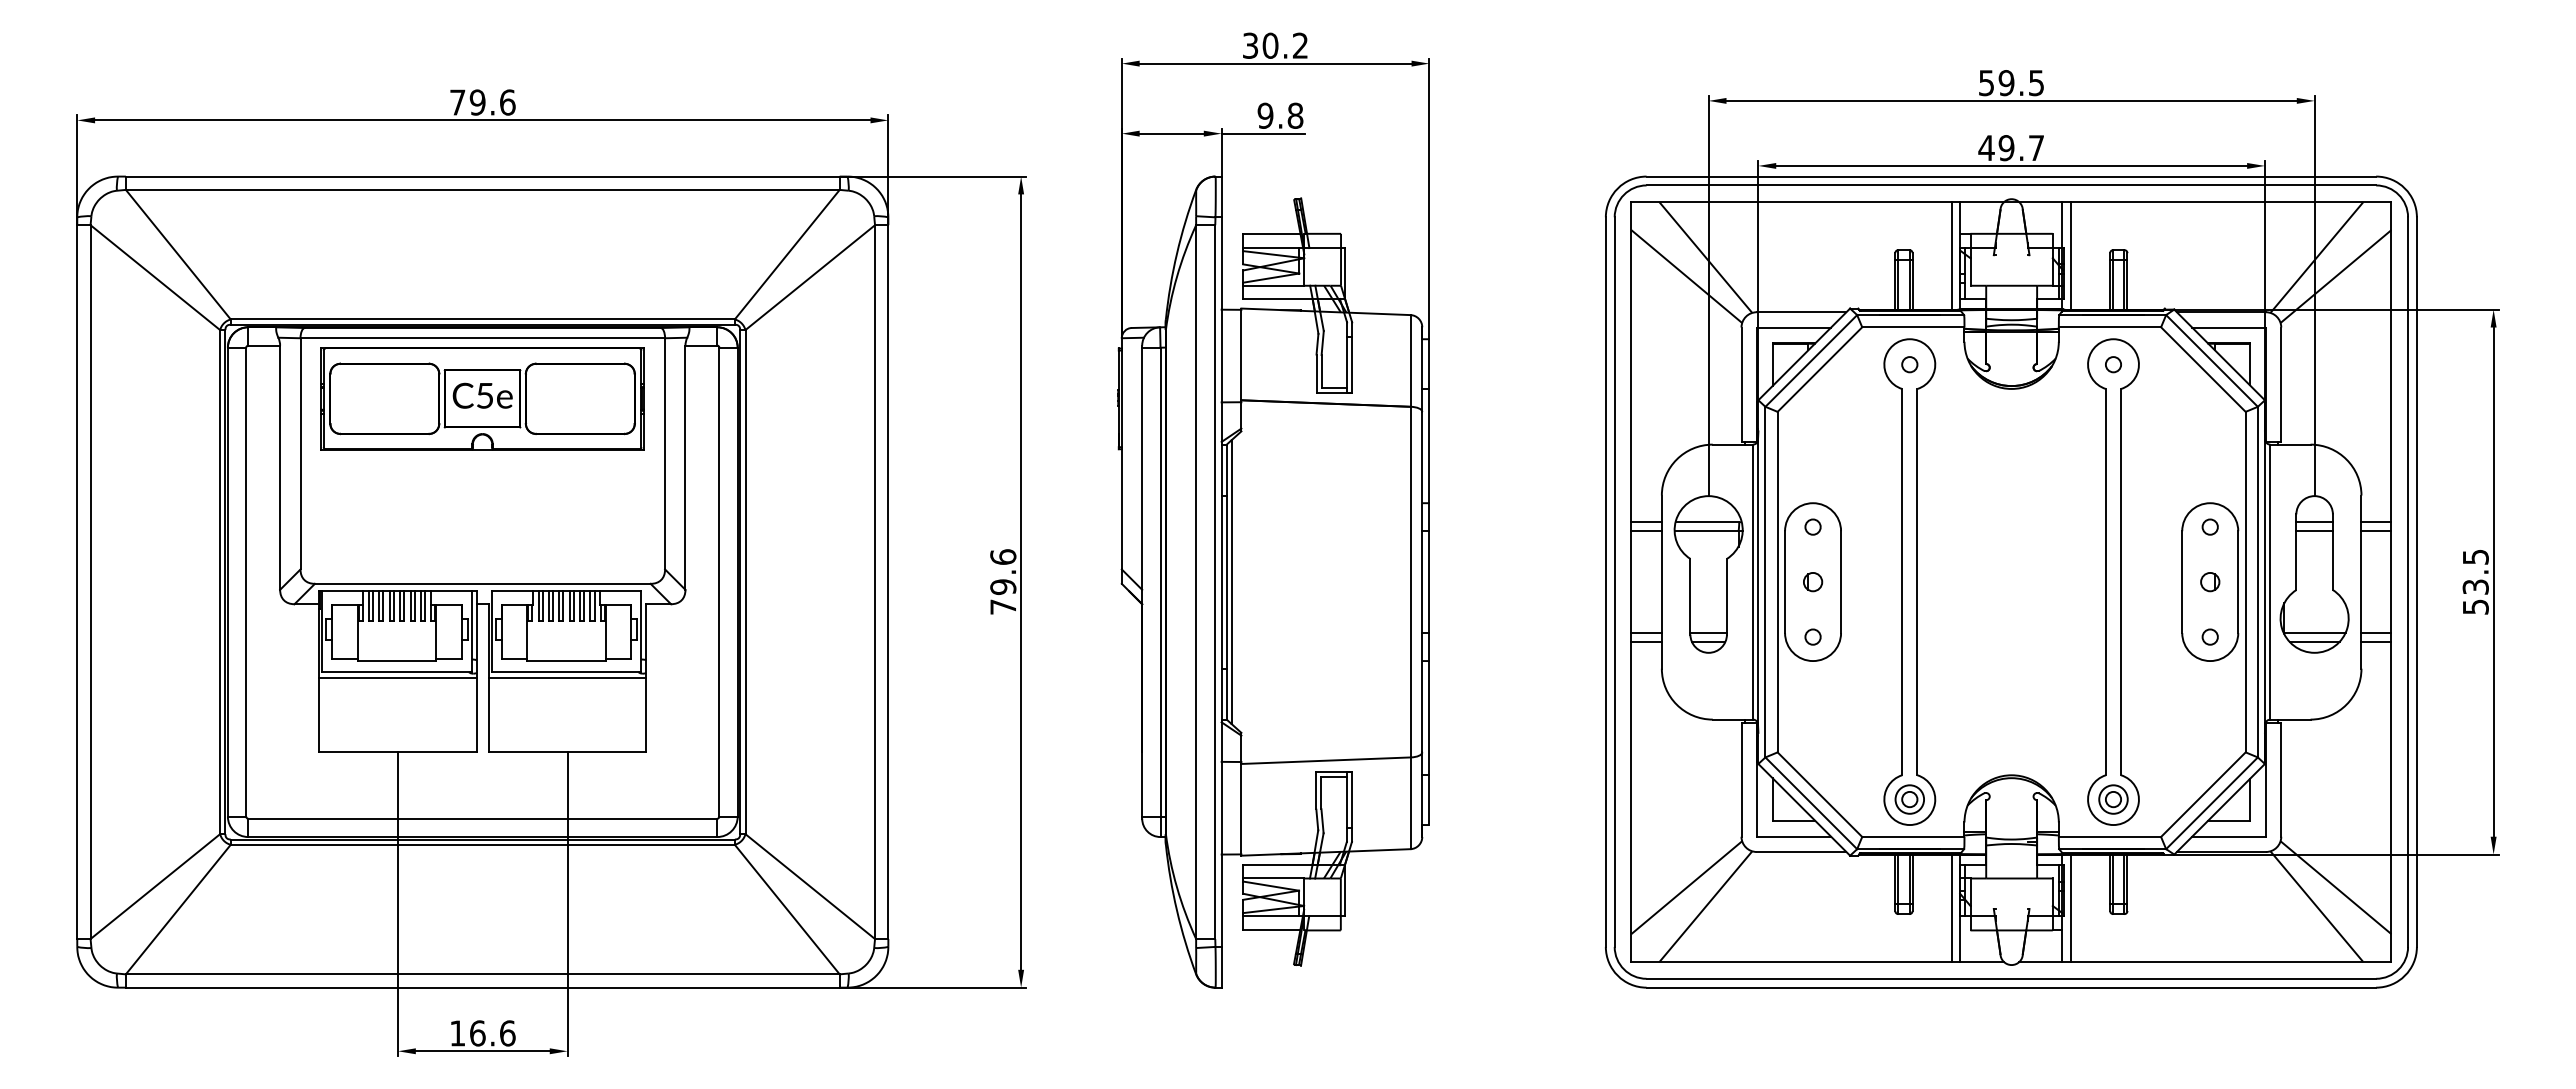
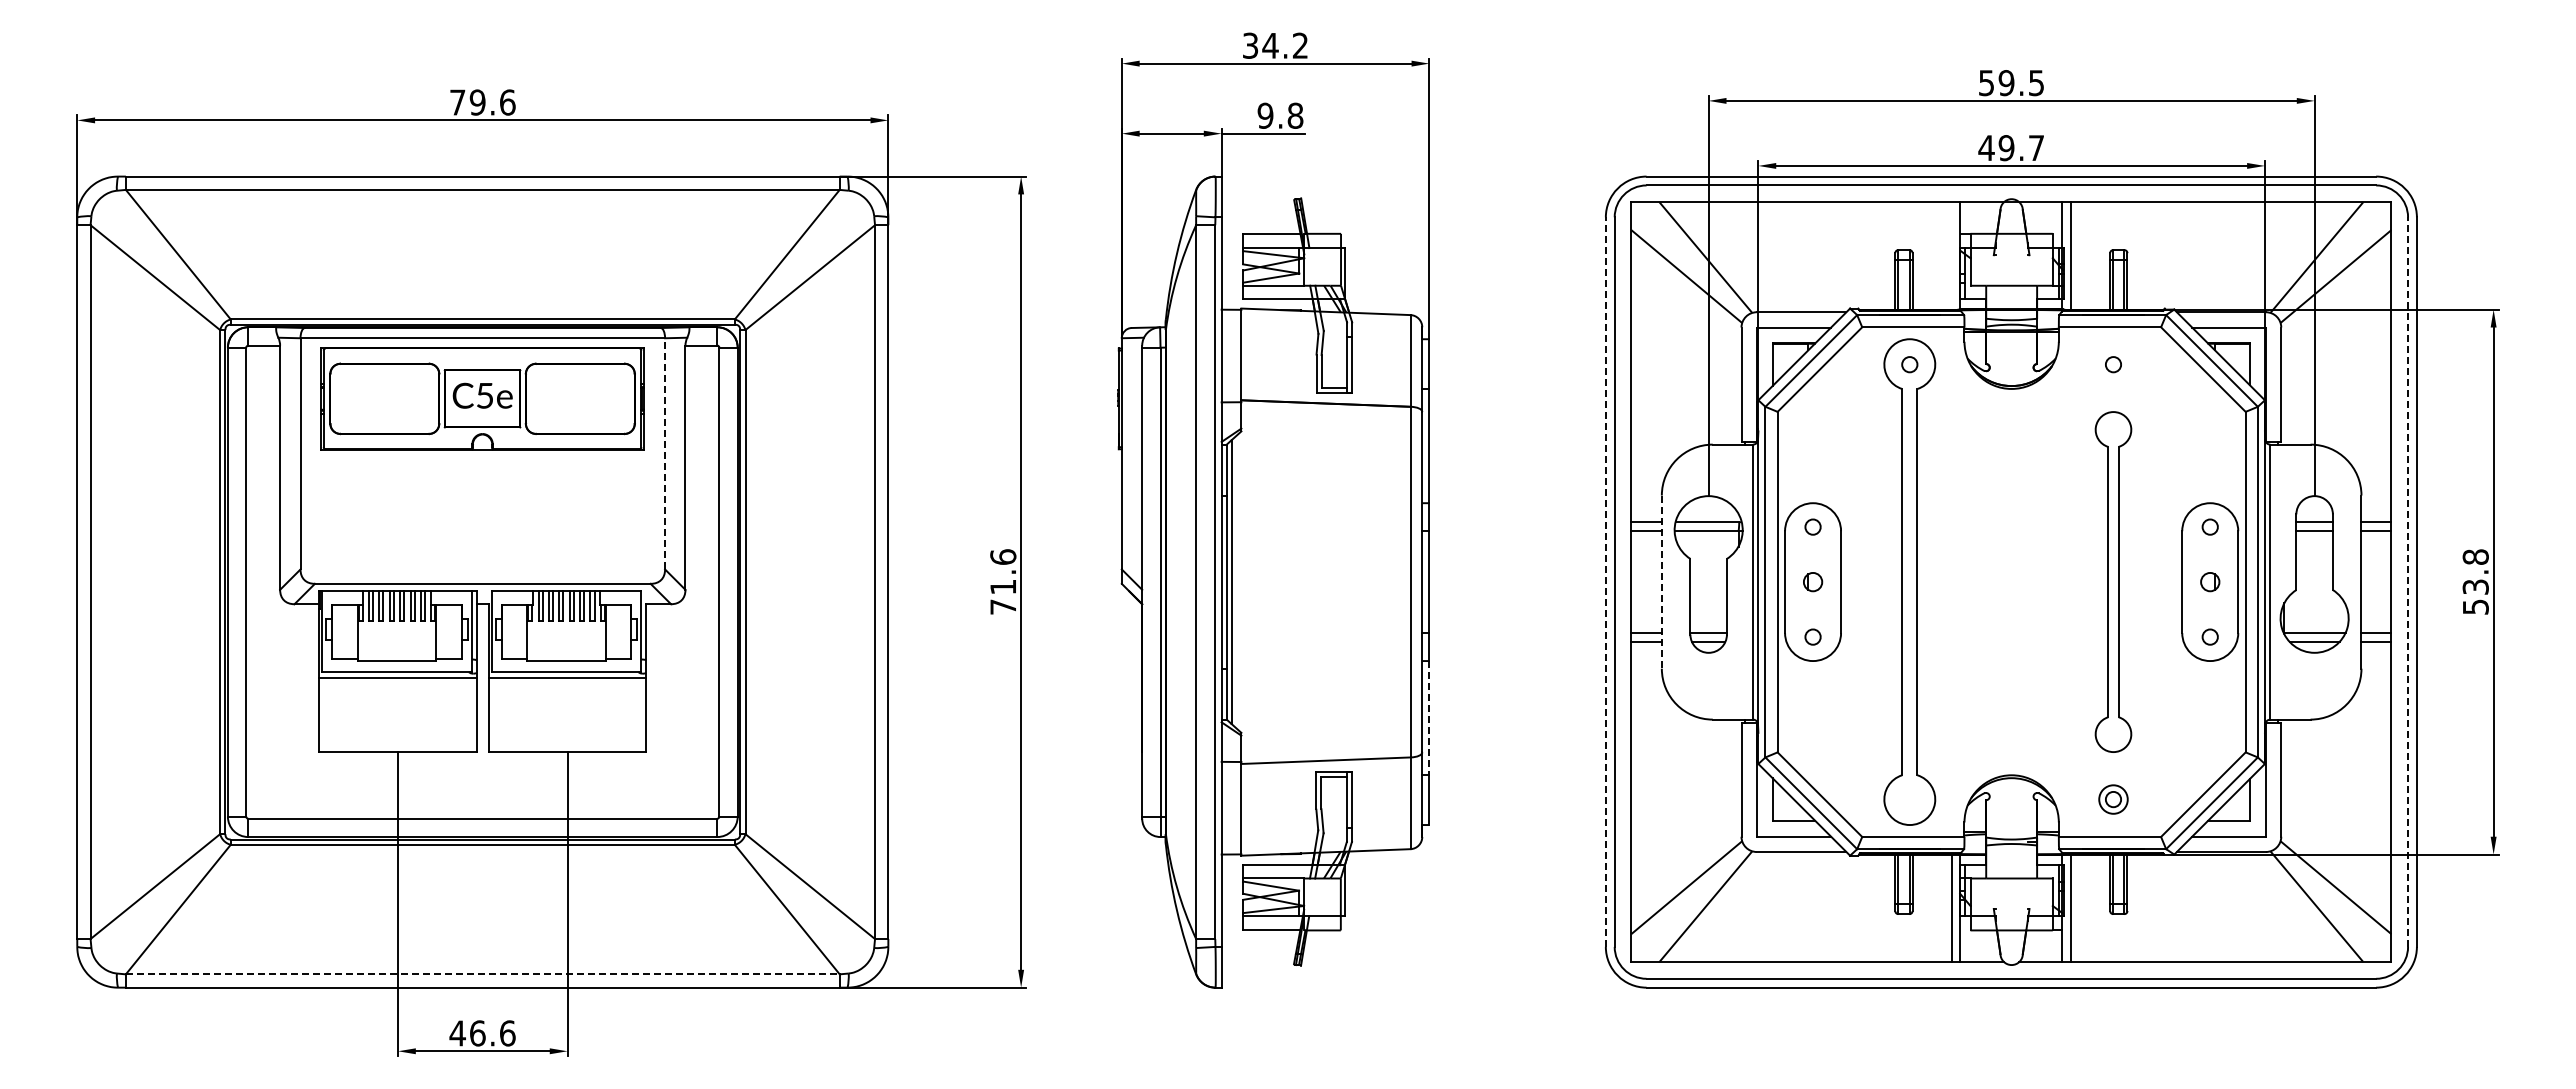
text at (1270, 45): 30.2 -> 34.2
line at (1951, 255): present -> none
line at (665, 453): solid -> dashed
text at (2475, 556): 53.5 -> 53.8
part at (2113, 581) size: 53x488 px -> 39x342 px
line at (1605, 582): solid -> dashed
line at (1661, 582): solid -> dashed
line at (2408, 582): solid -> dashed
text at (1003, 587): 79.6 -> 71.6
line at (1429, 718): solid -> dashed
part at (1909, 799): present -> none
line at (482, 974): solid -> dashed
text at (457, 1033): 16.6 -> 46.6
